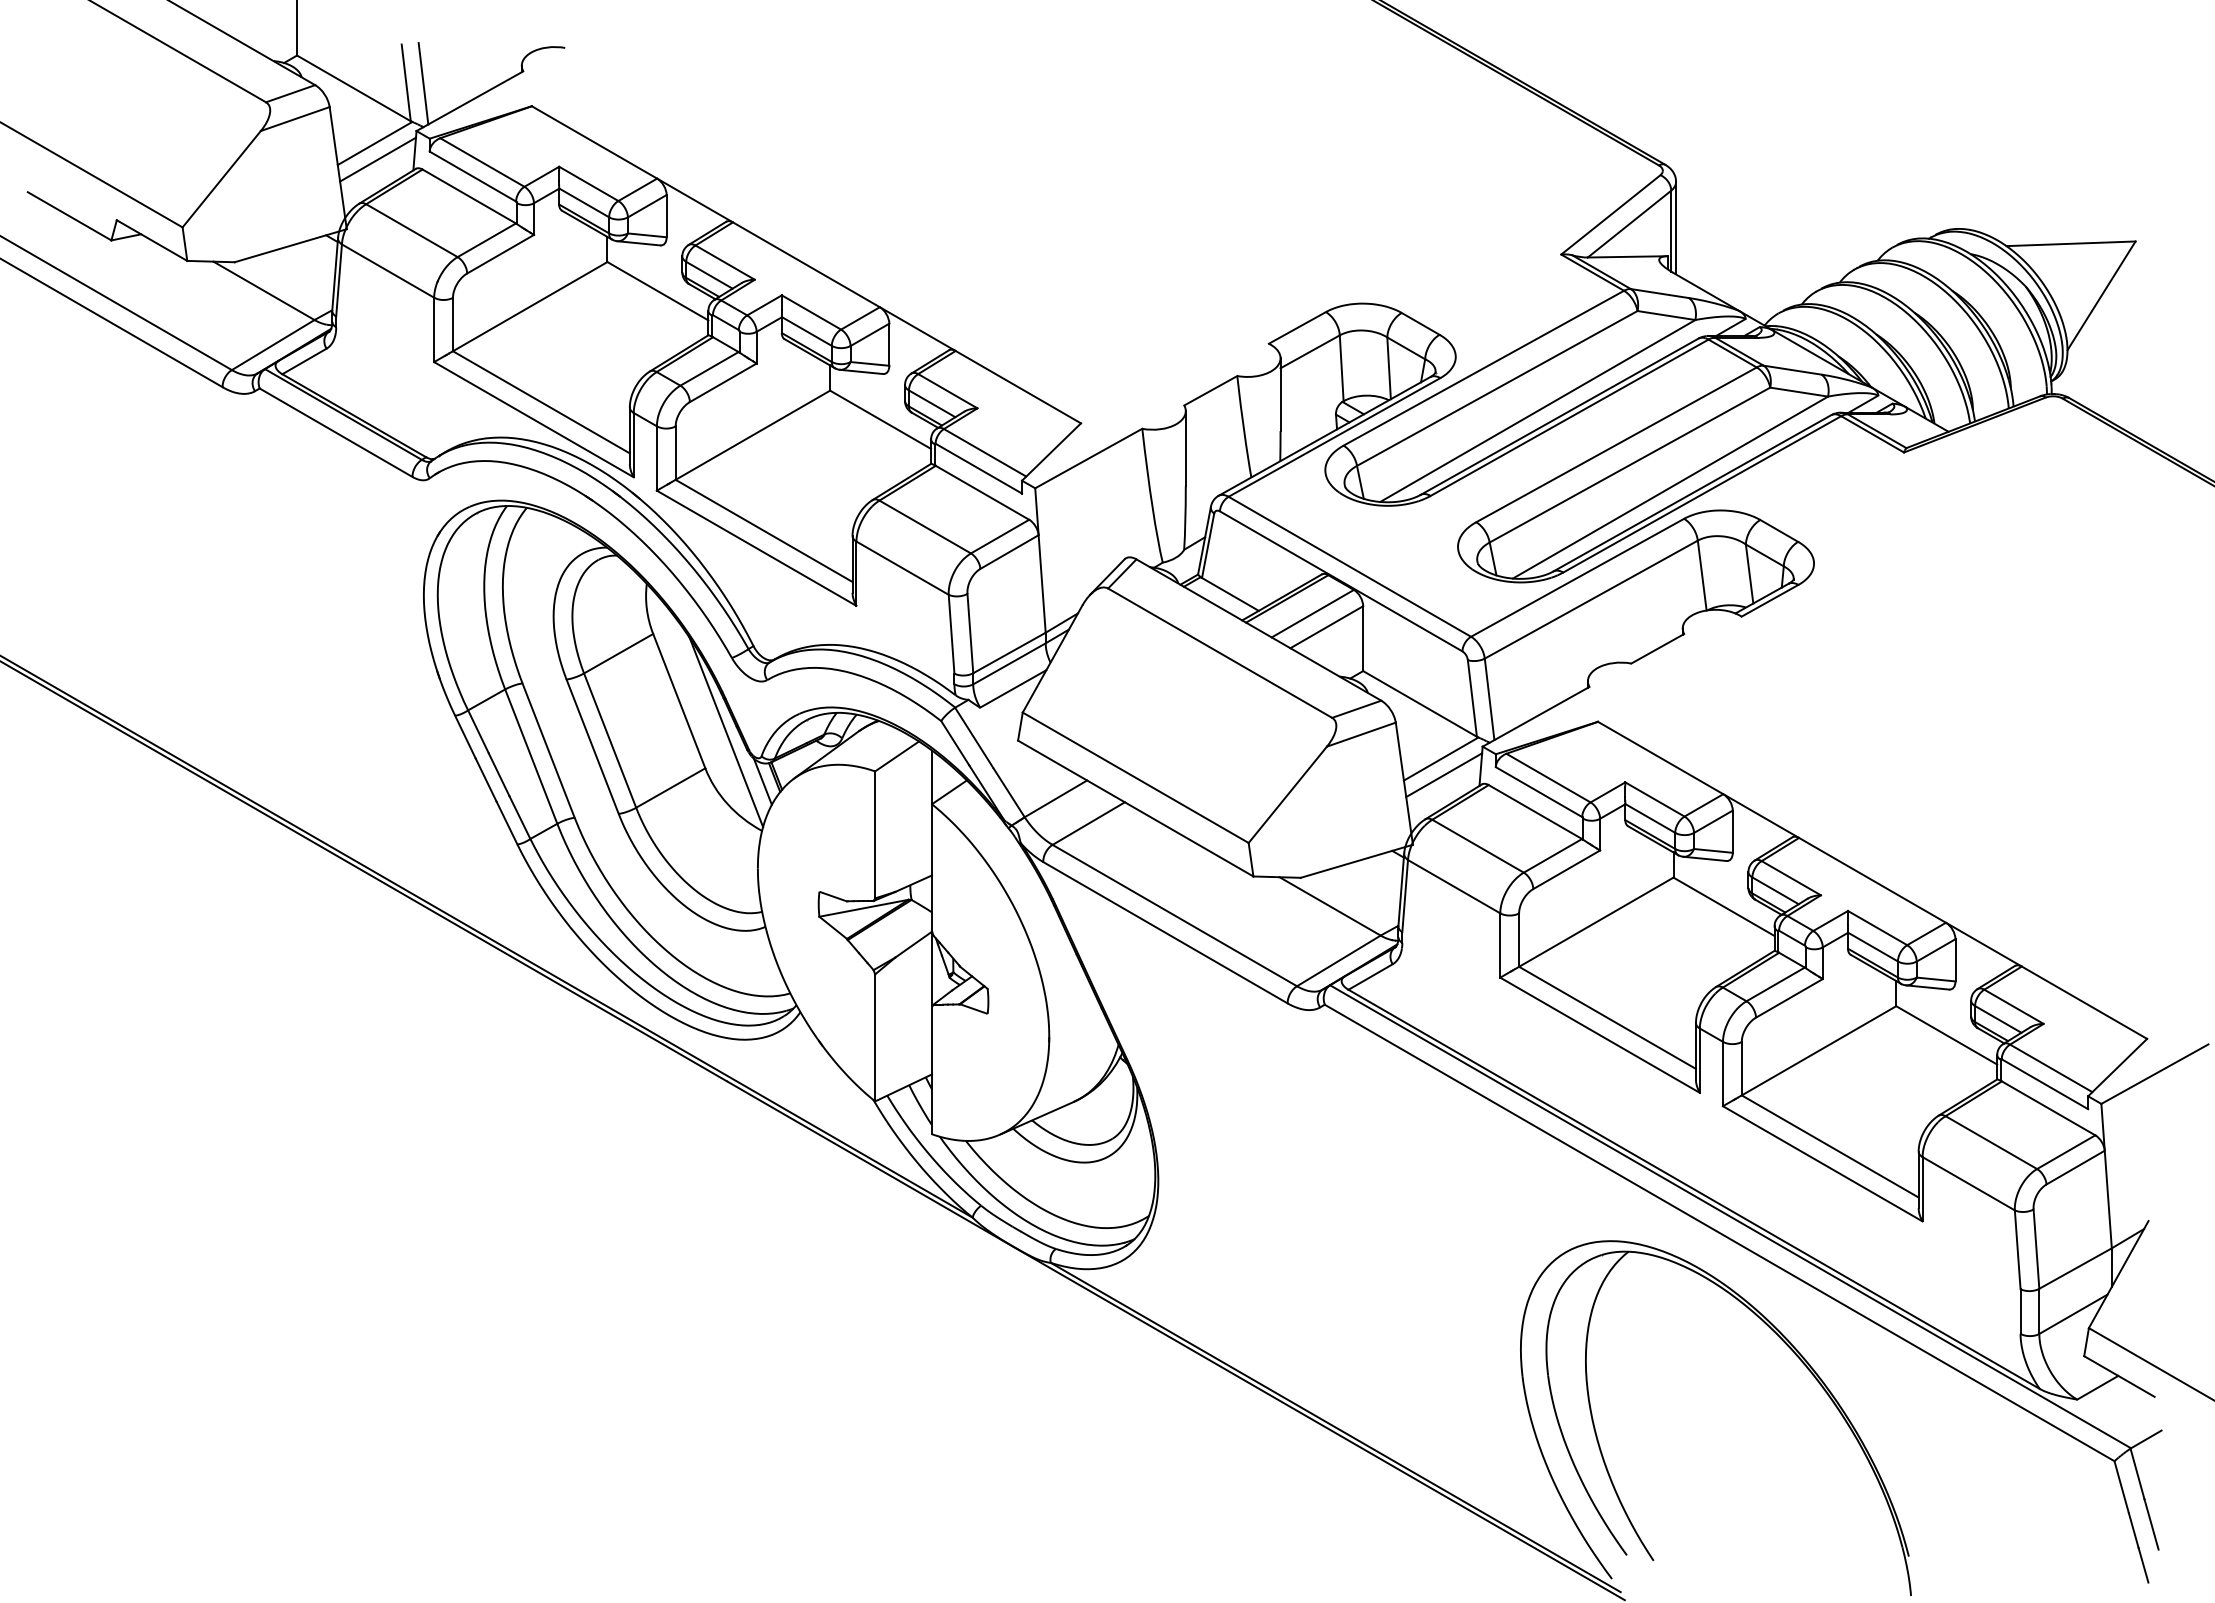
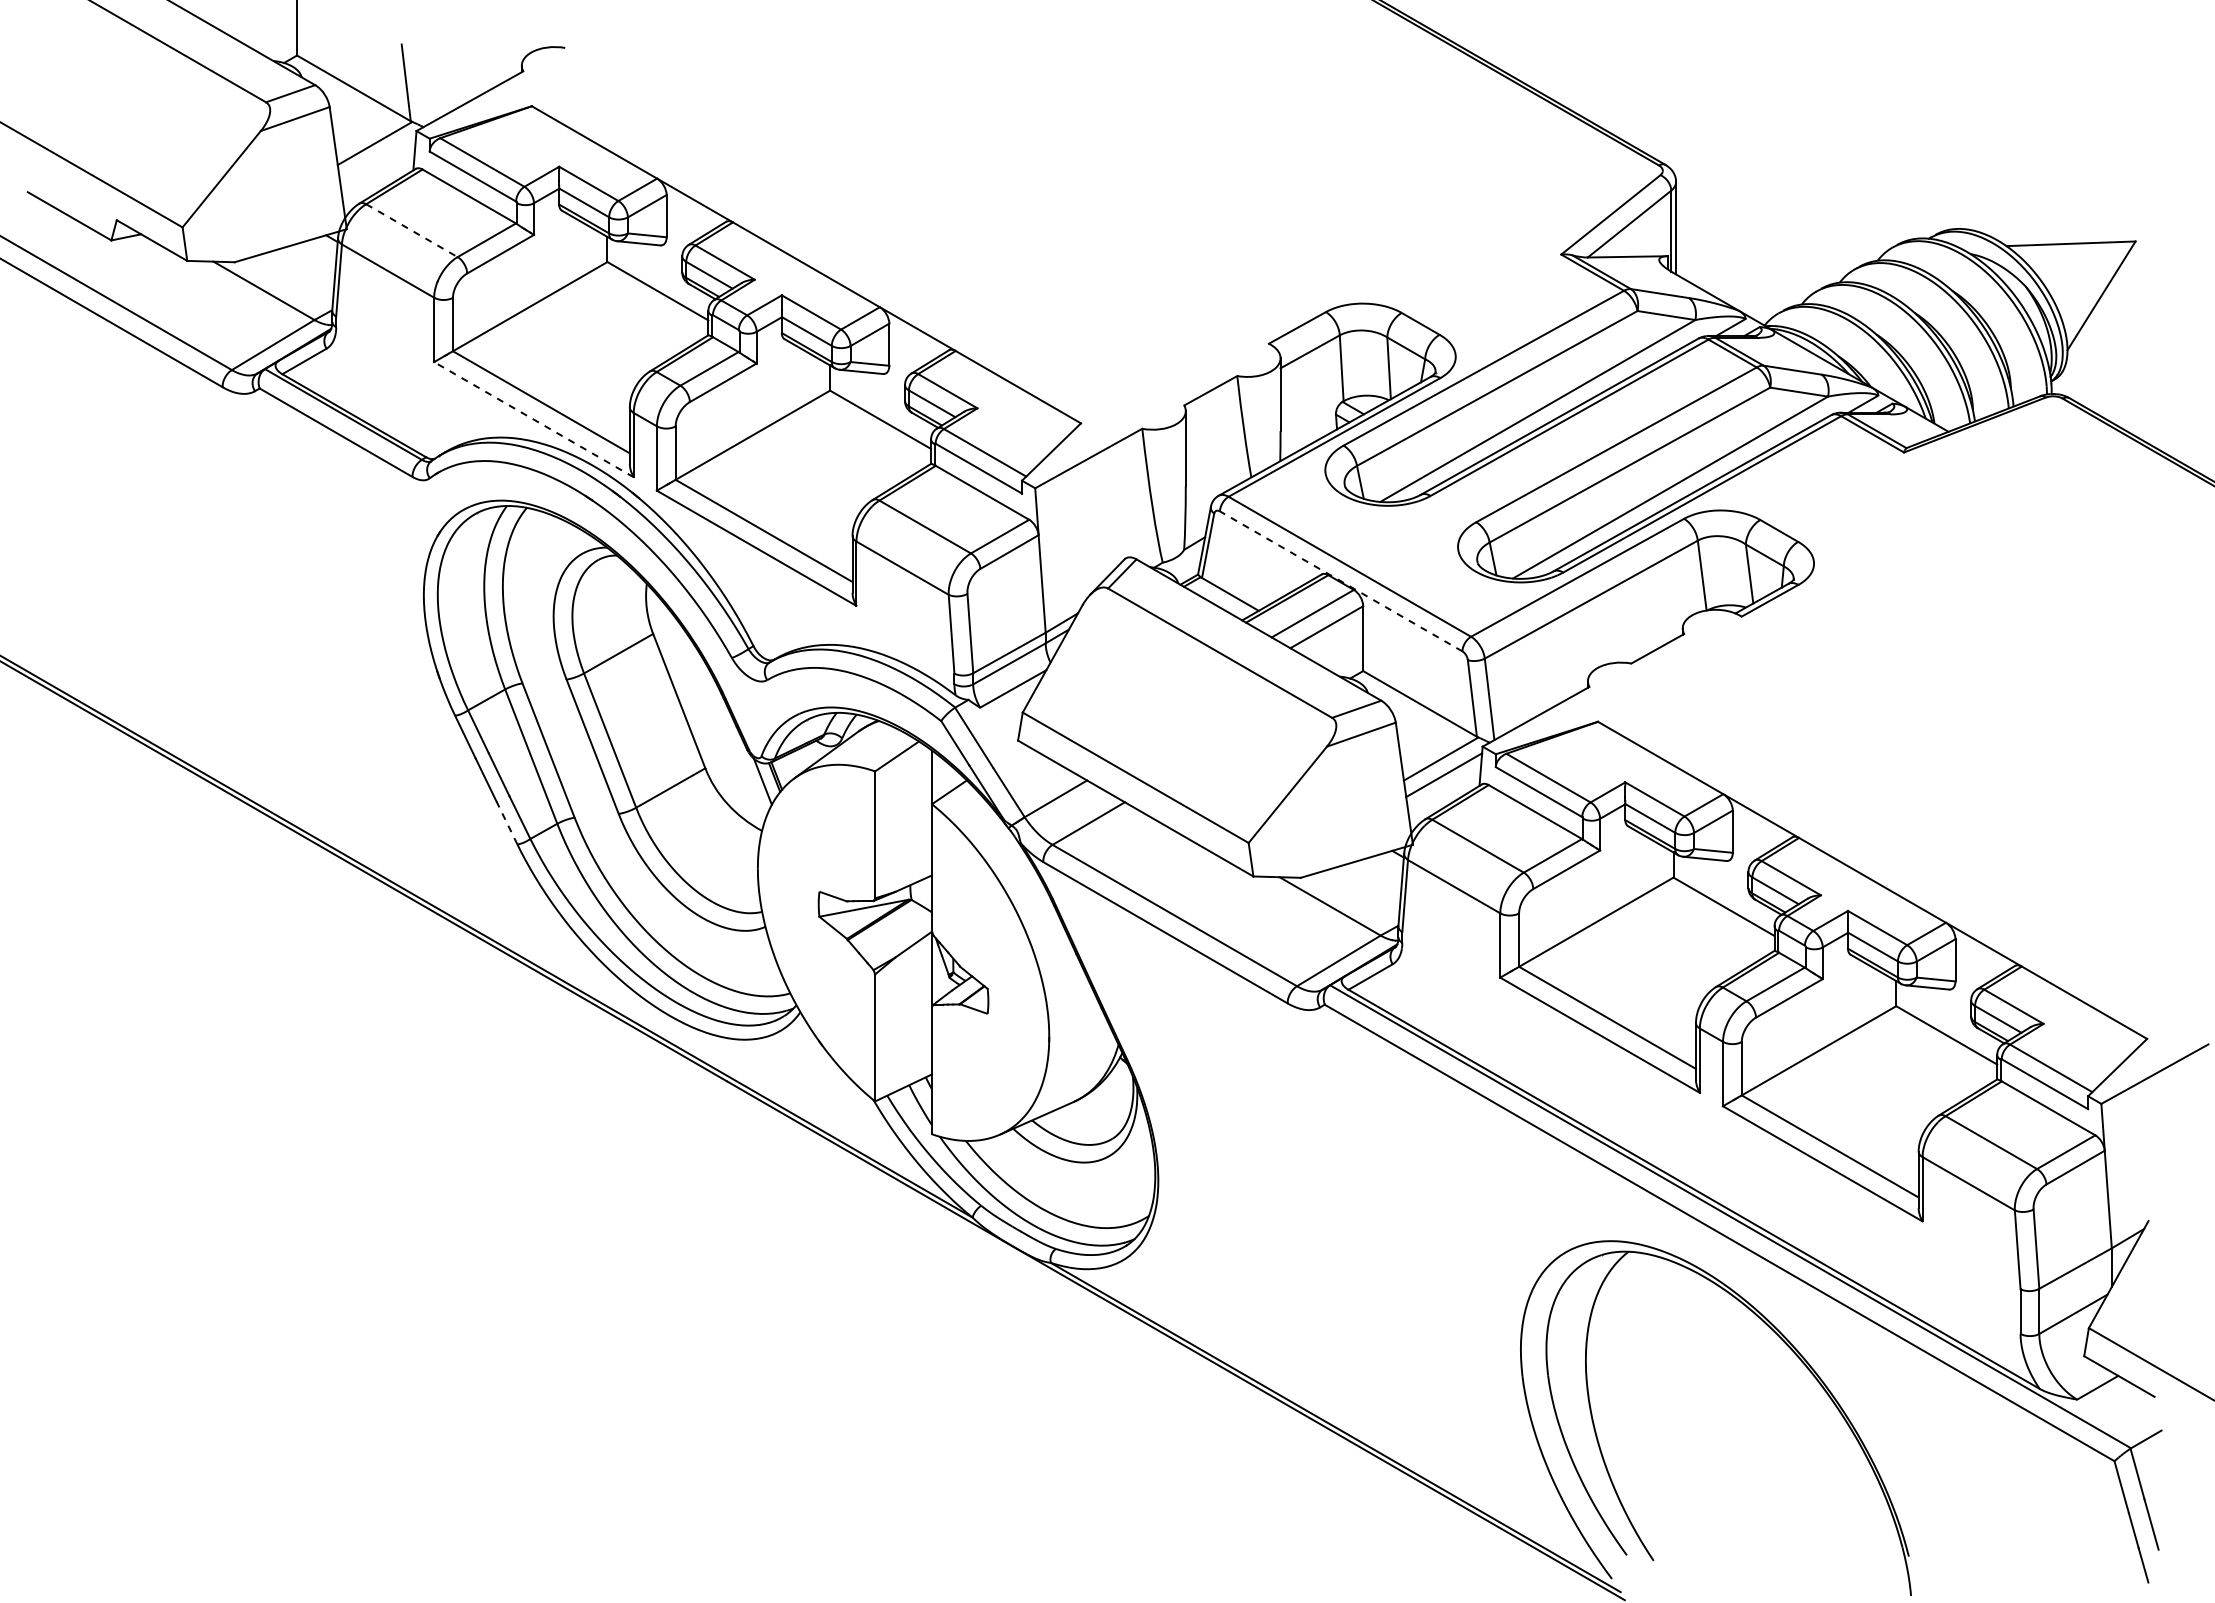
line at (423, 83): present -> none
line at (378, 159): present -> none
line at (411, 230): solid -> dashed
line at (533, 419): solid -> dashed
line at (1341, 581): solid -> dashed
line at (726, 732): present -> none
line at (506, 822): solid -> dashed
